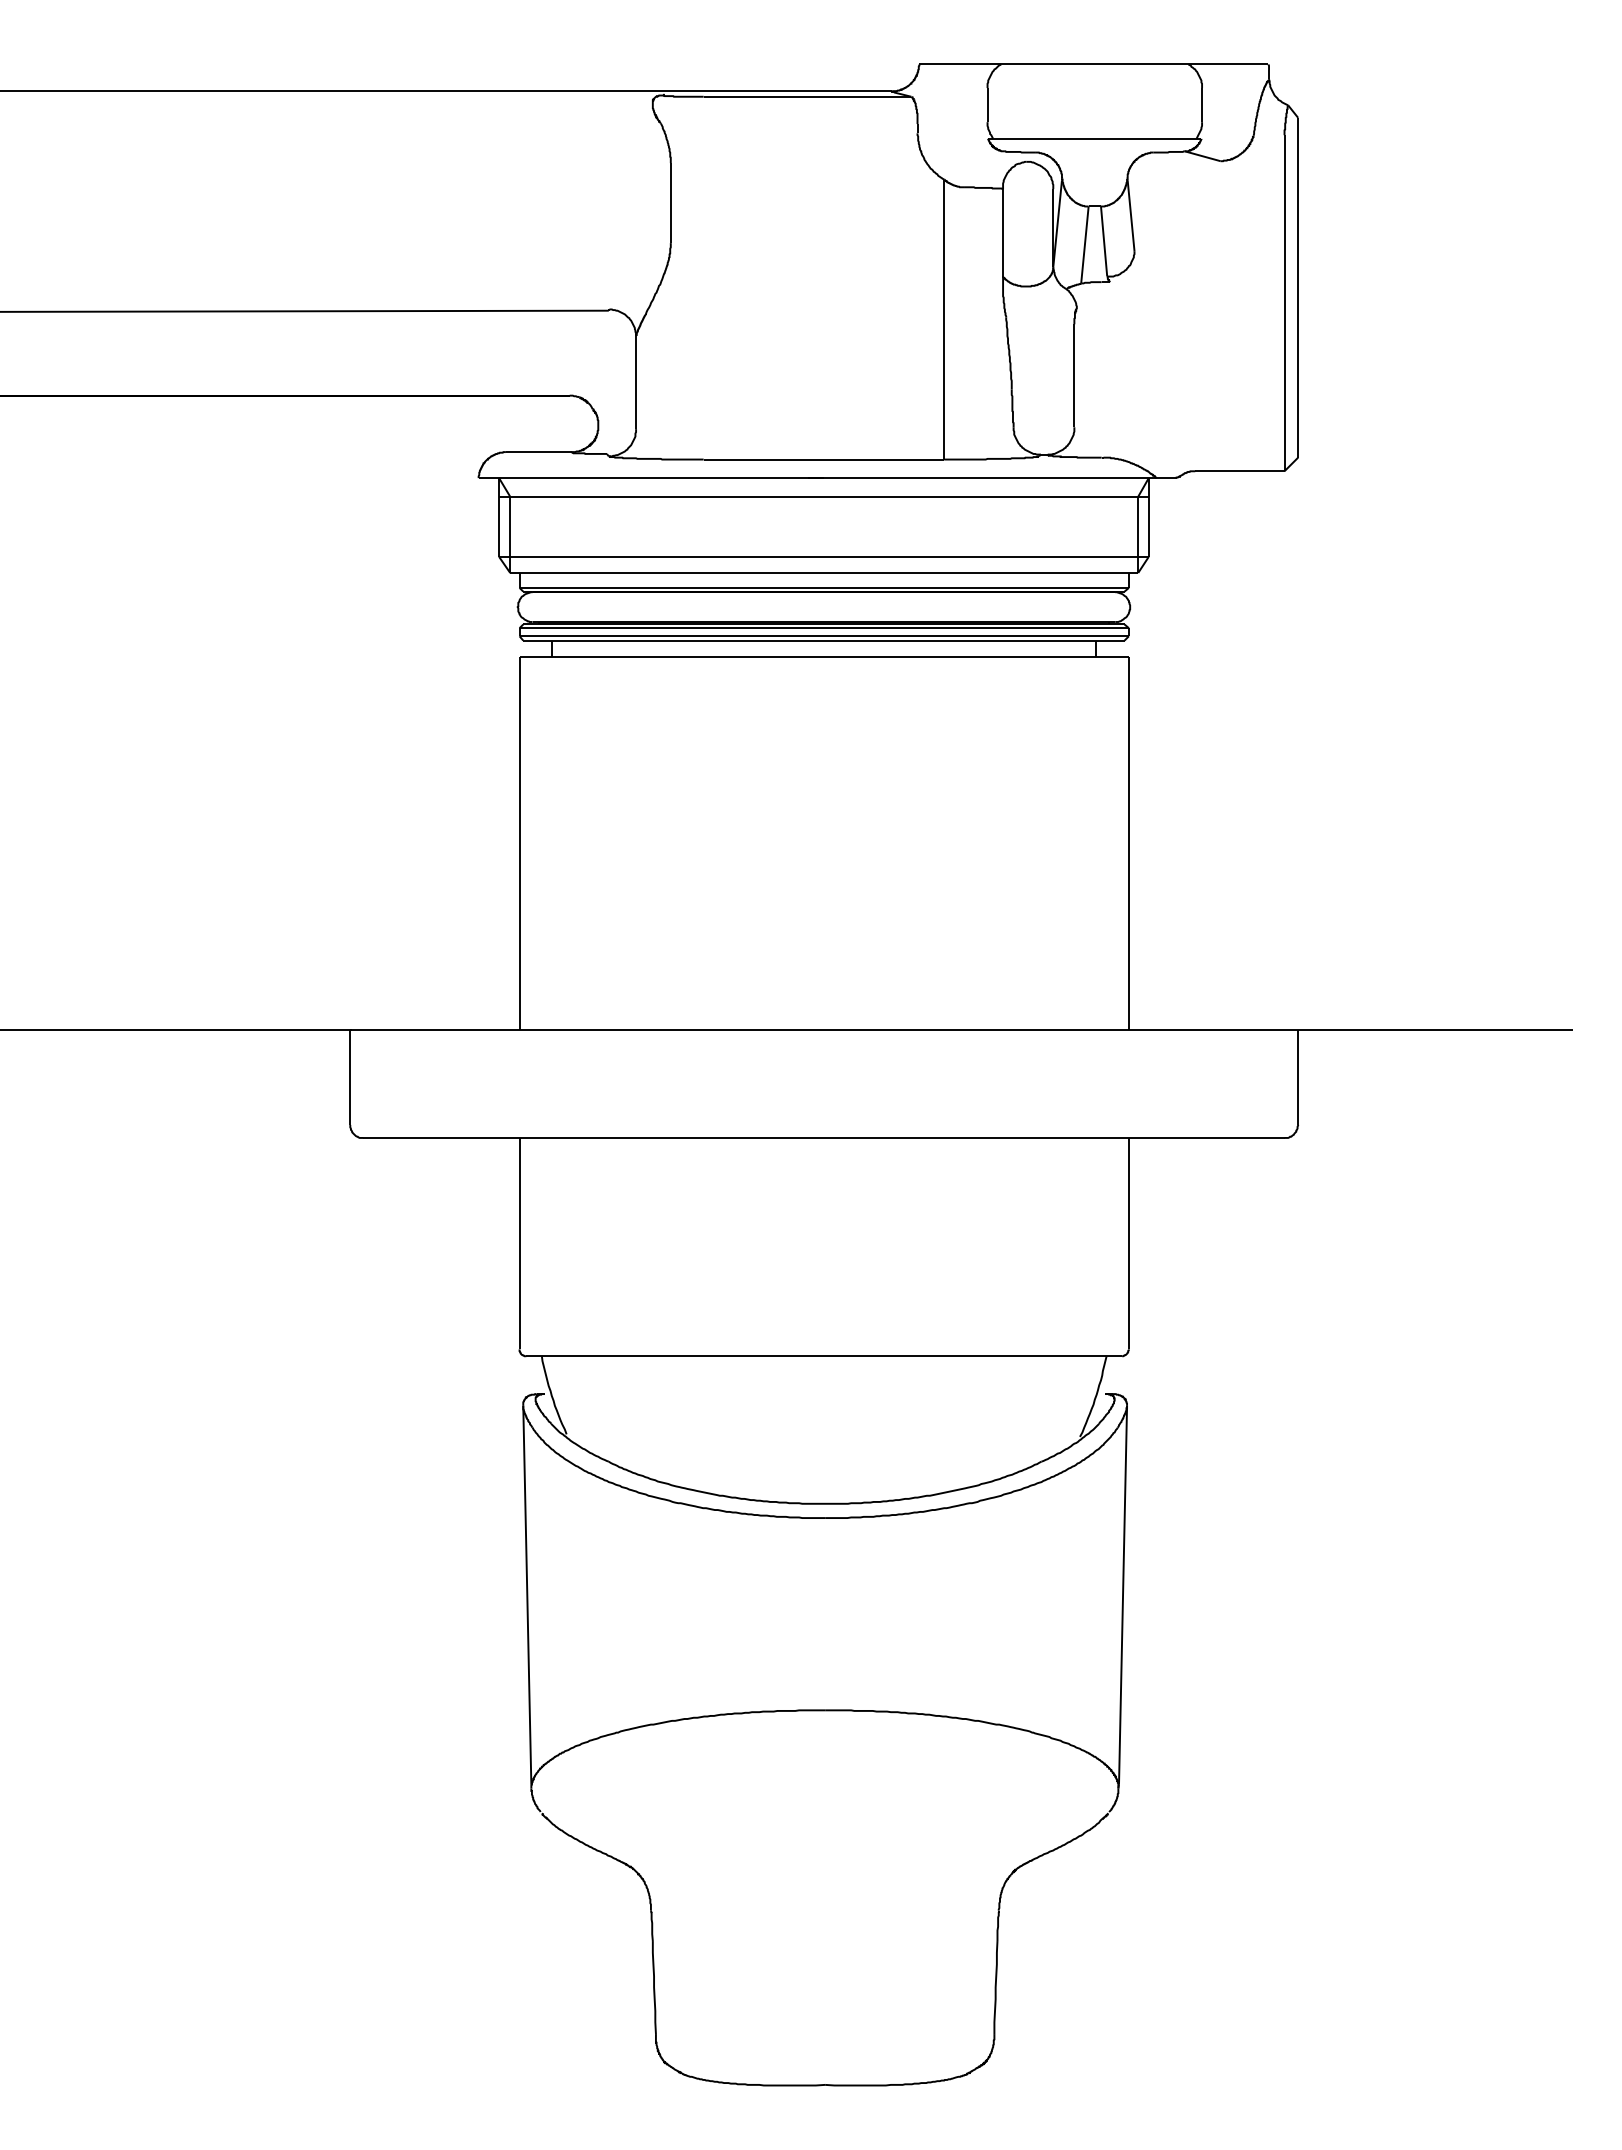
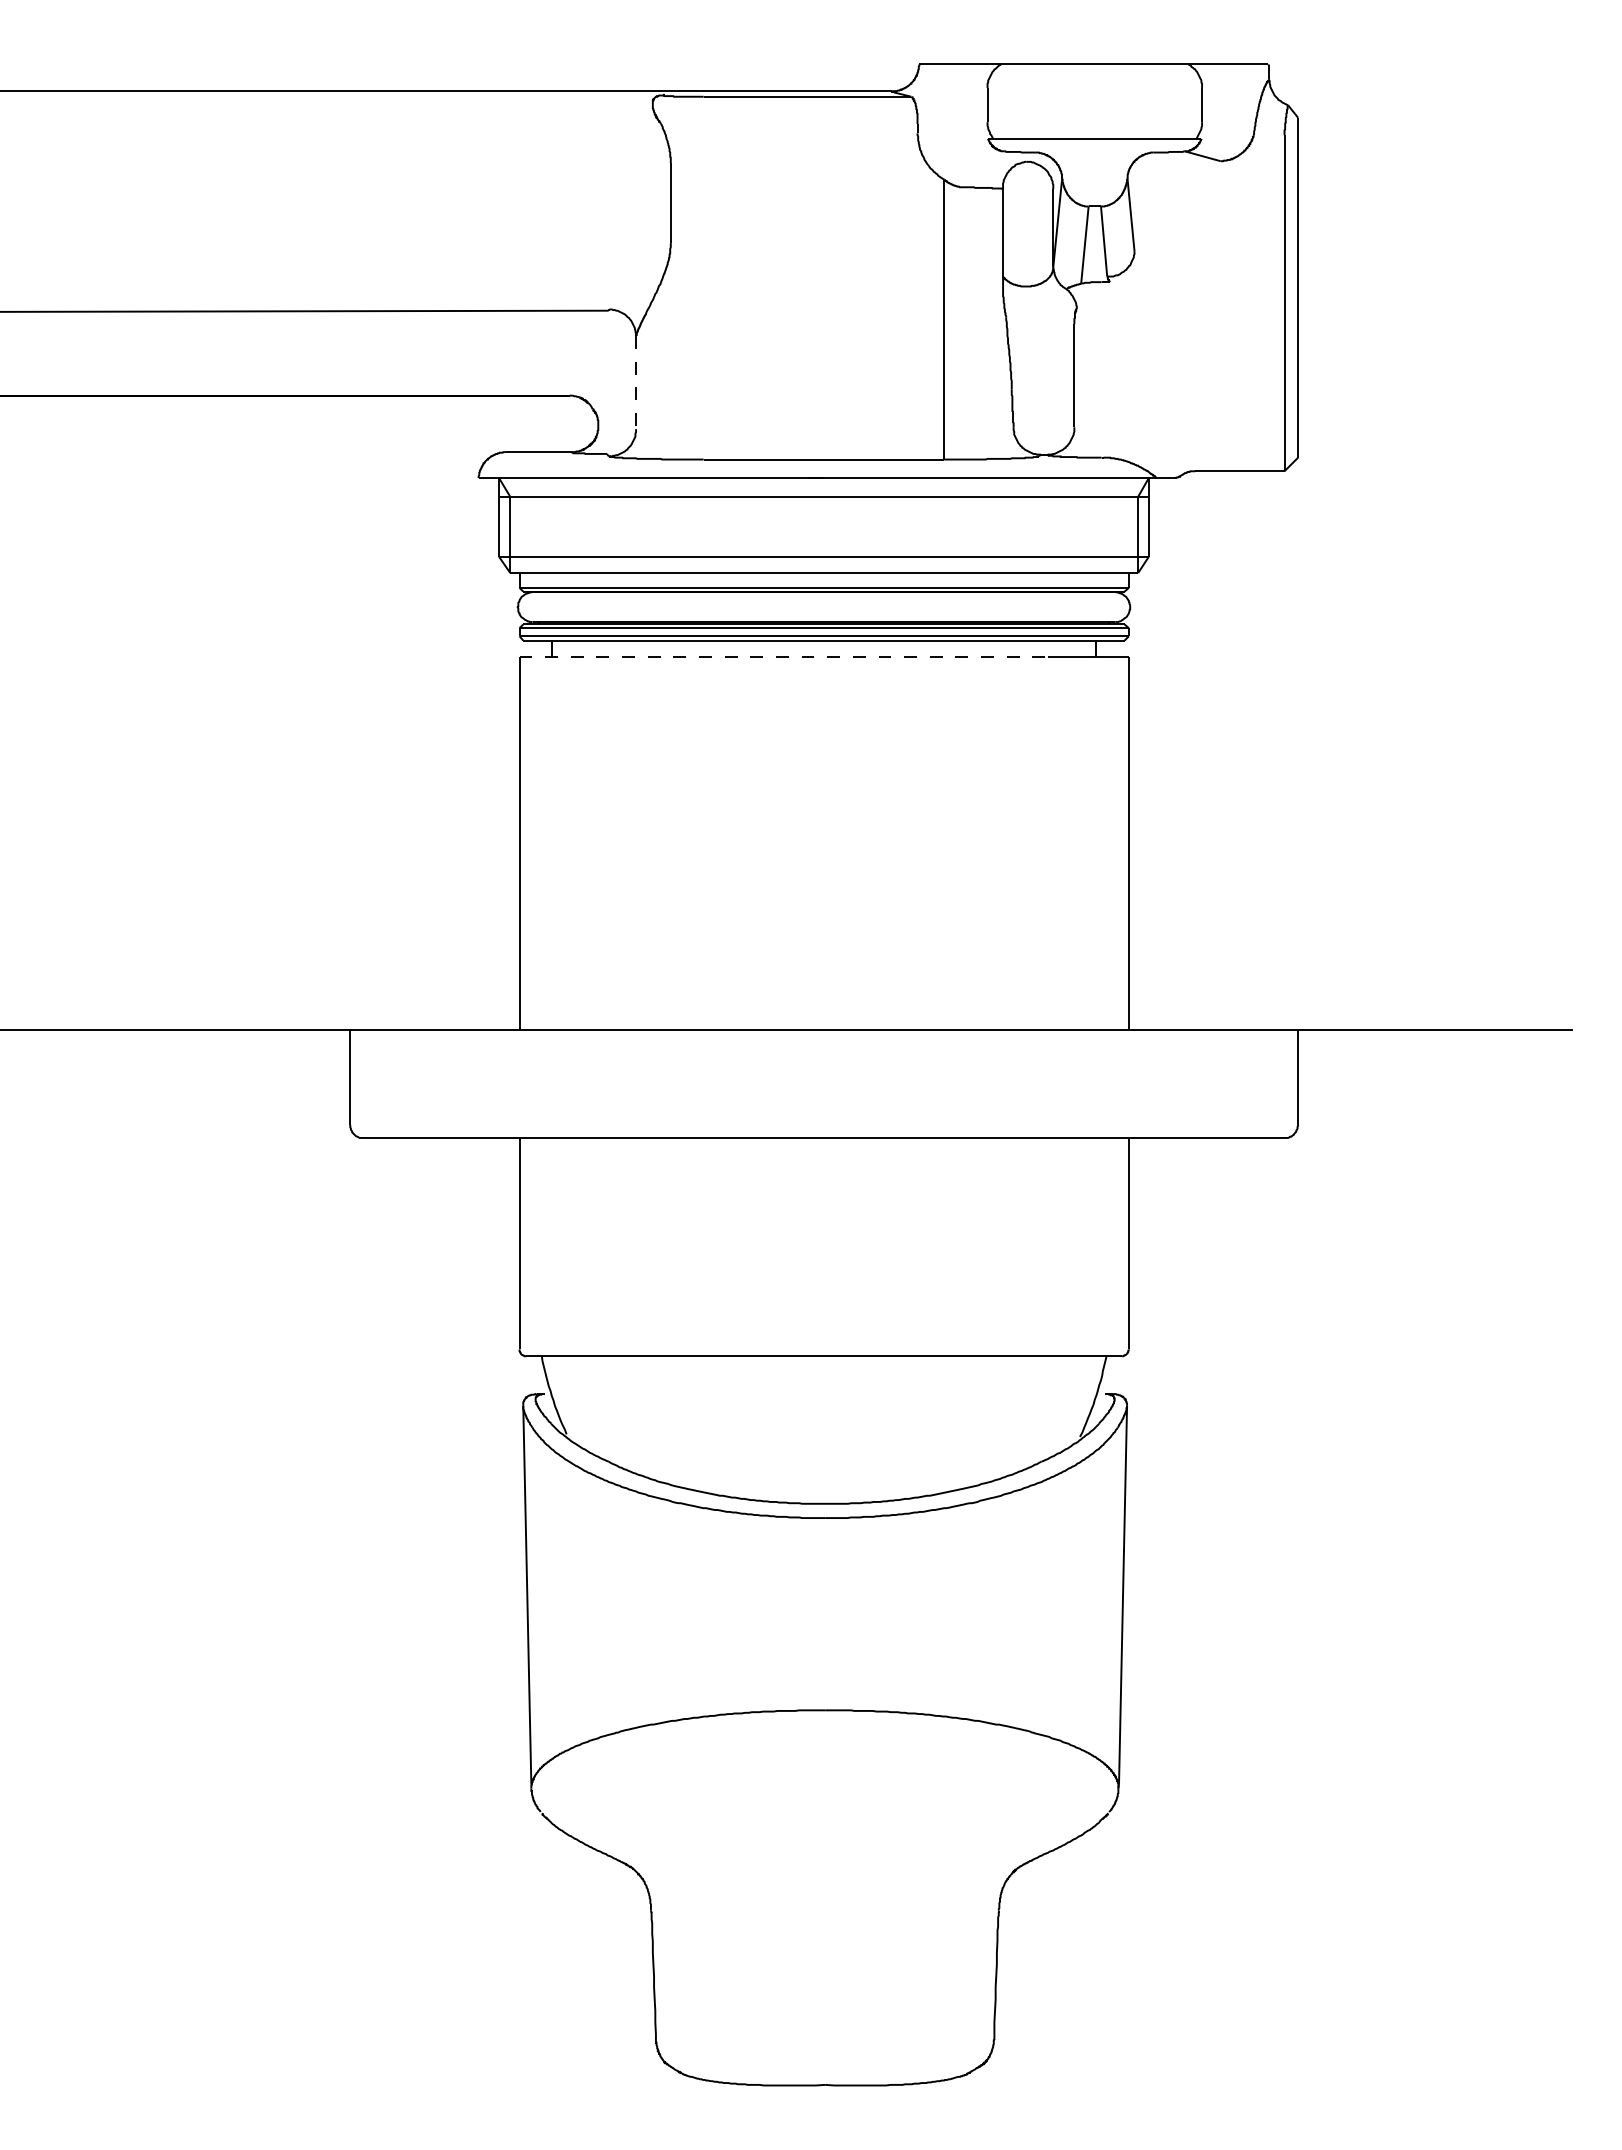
line at (636, 382): solid -> dashed
line at (784, 656): solid -> dashed
